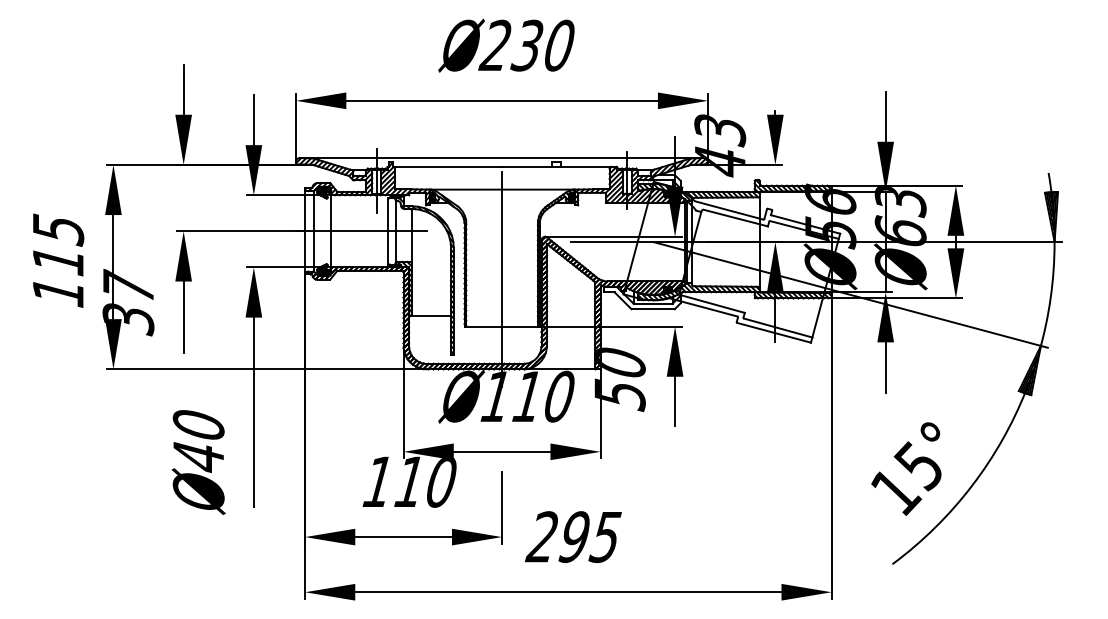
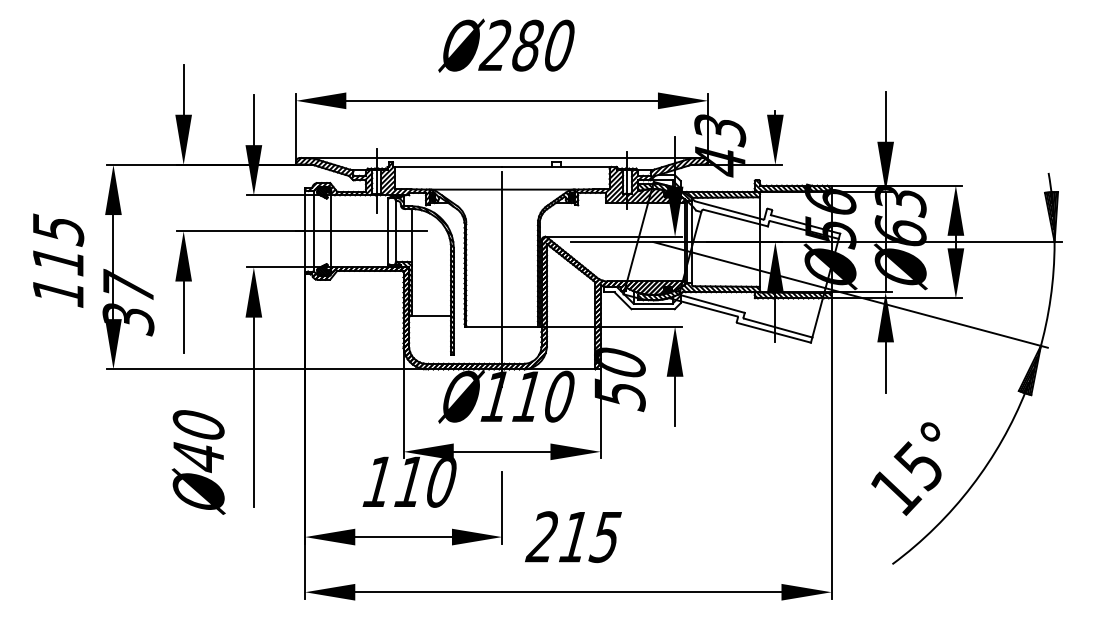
text at (526, 45): 230 -> 280
text at (573, 537): 295 -> 215
